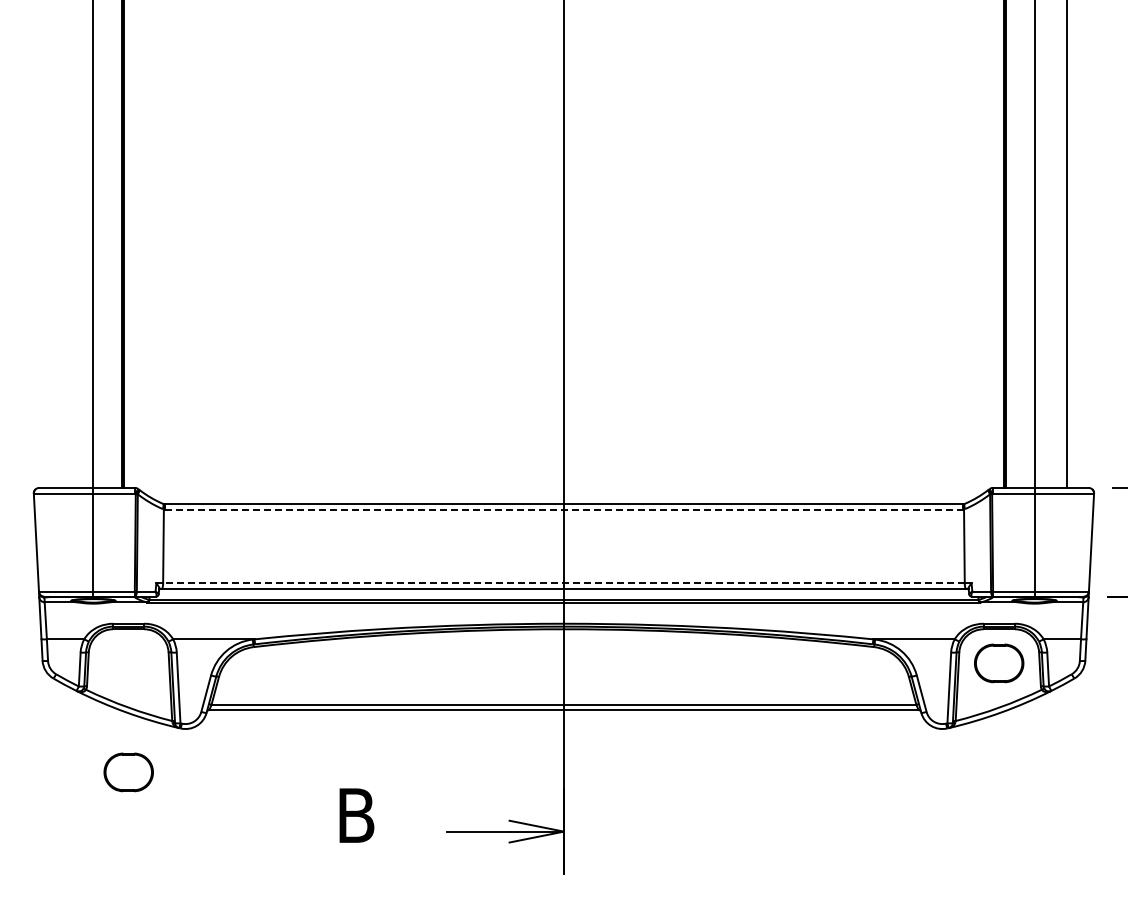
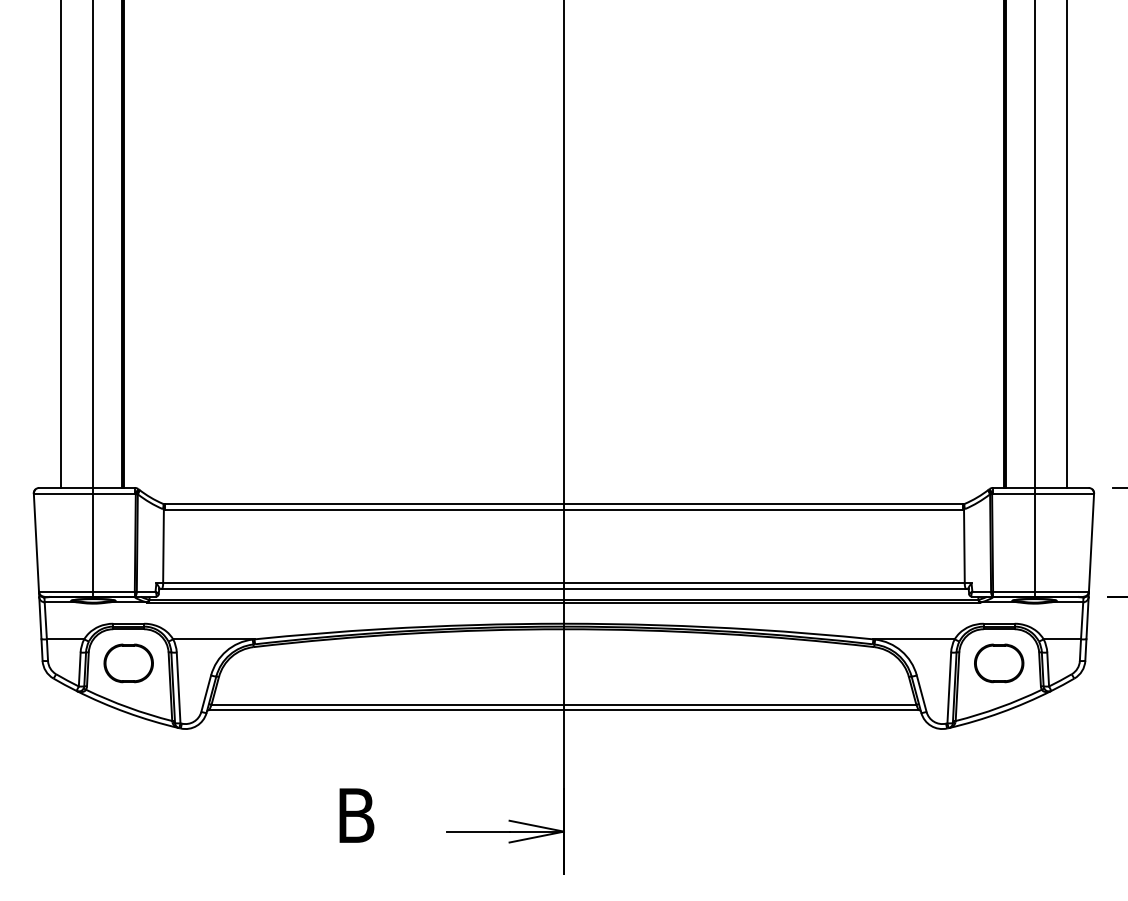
line at (60, 244): none -> present
line at (563, 509): dashed -> solid
line at (563, 583): dashed -> solid
part at (128, 772) position: (128, 772) -> (128, 663)
